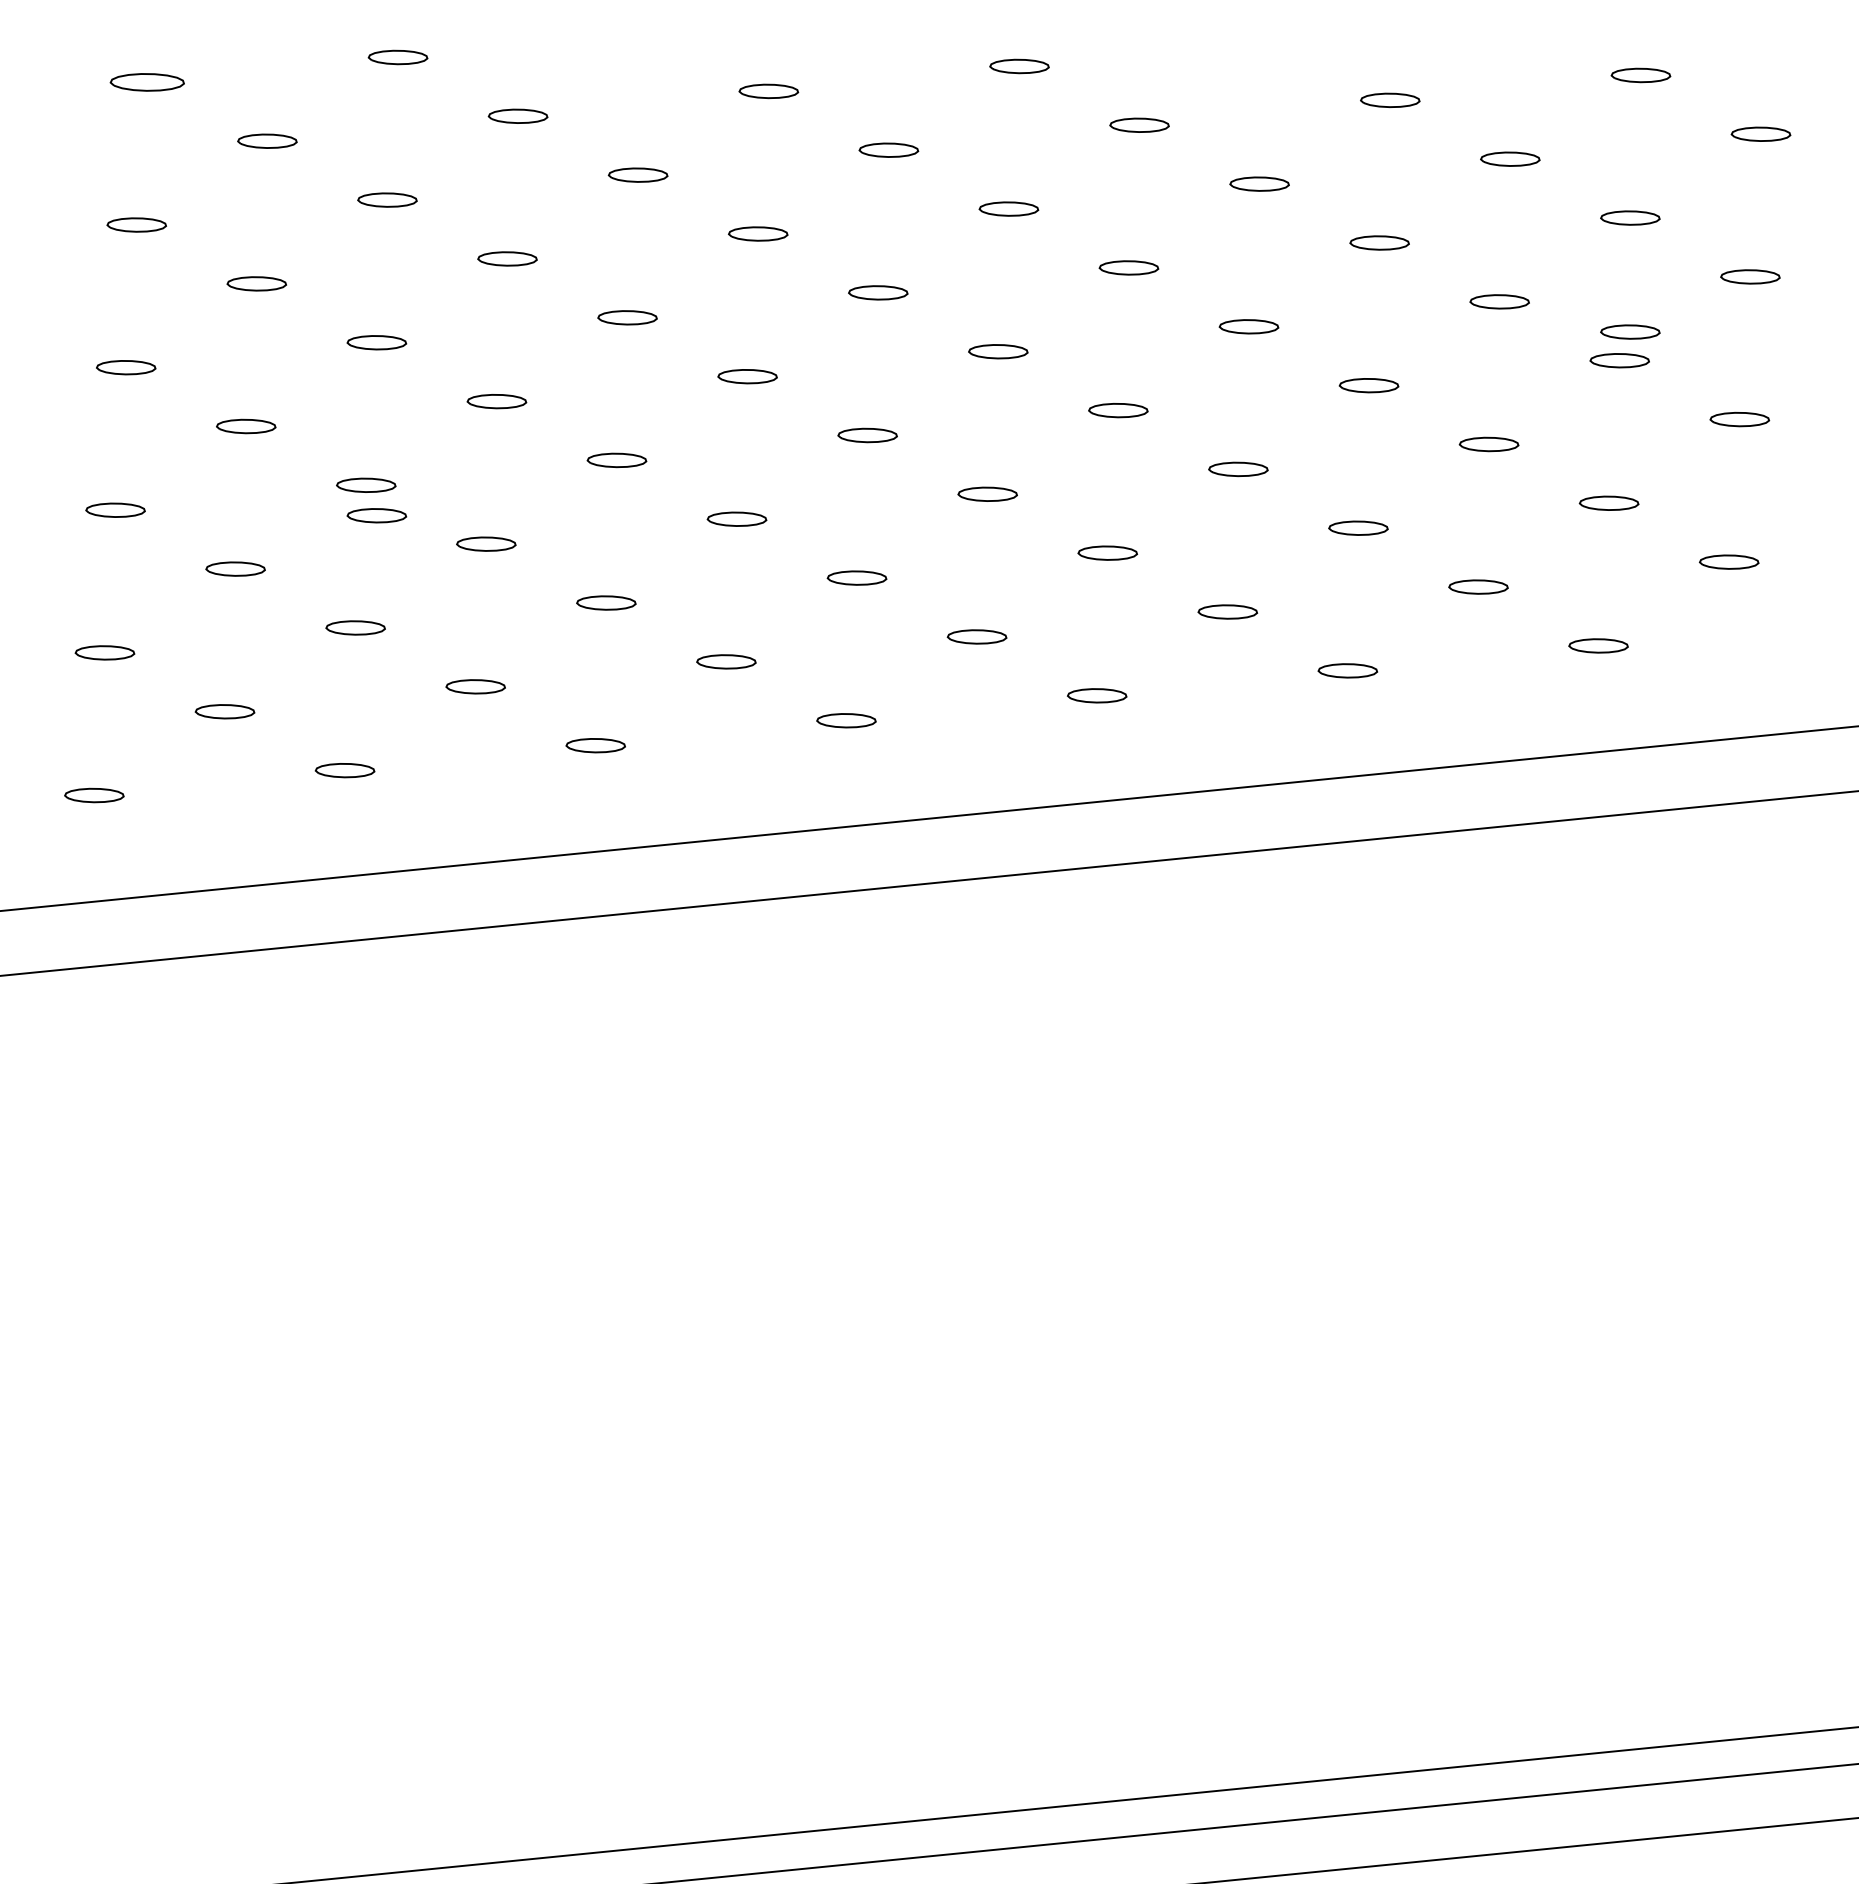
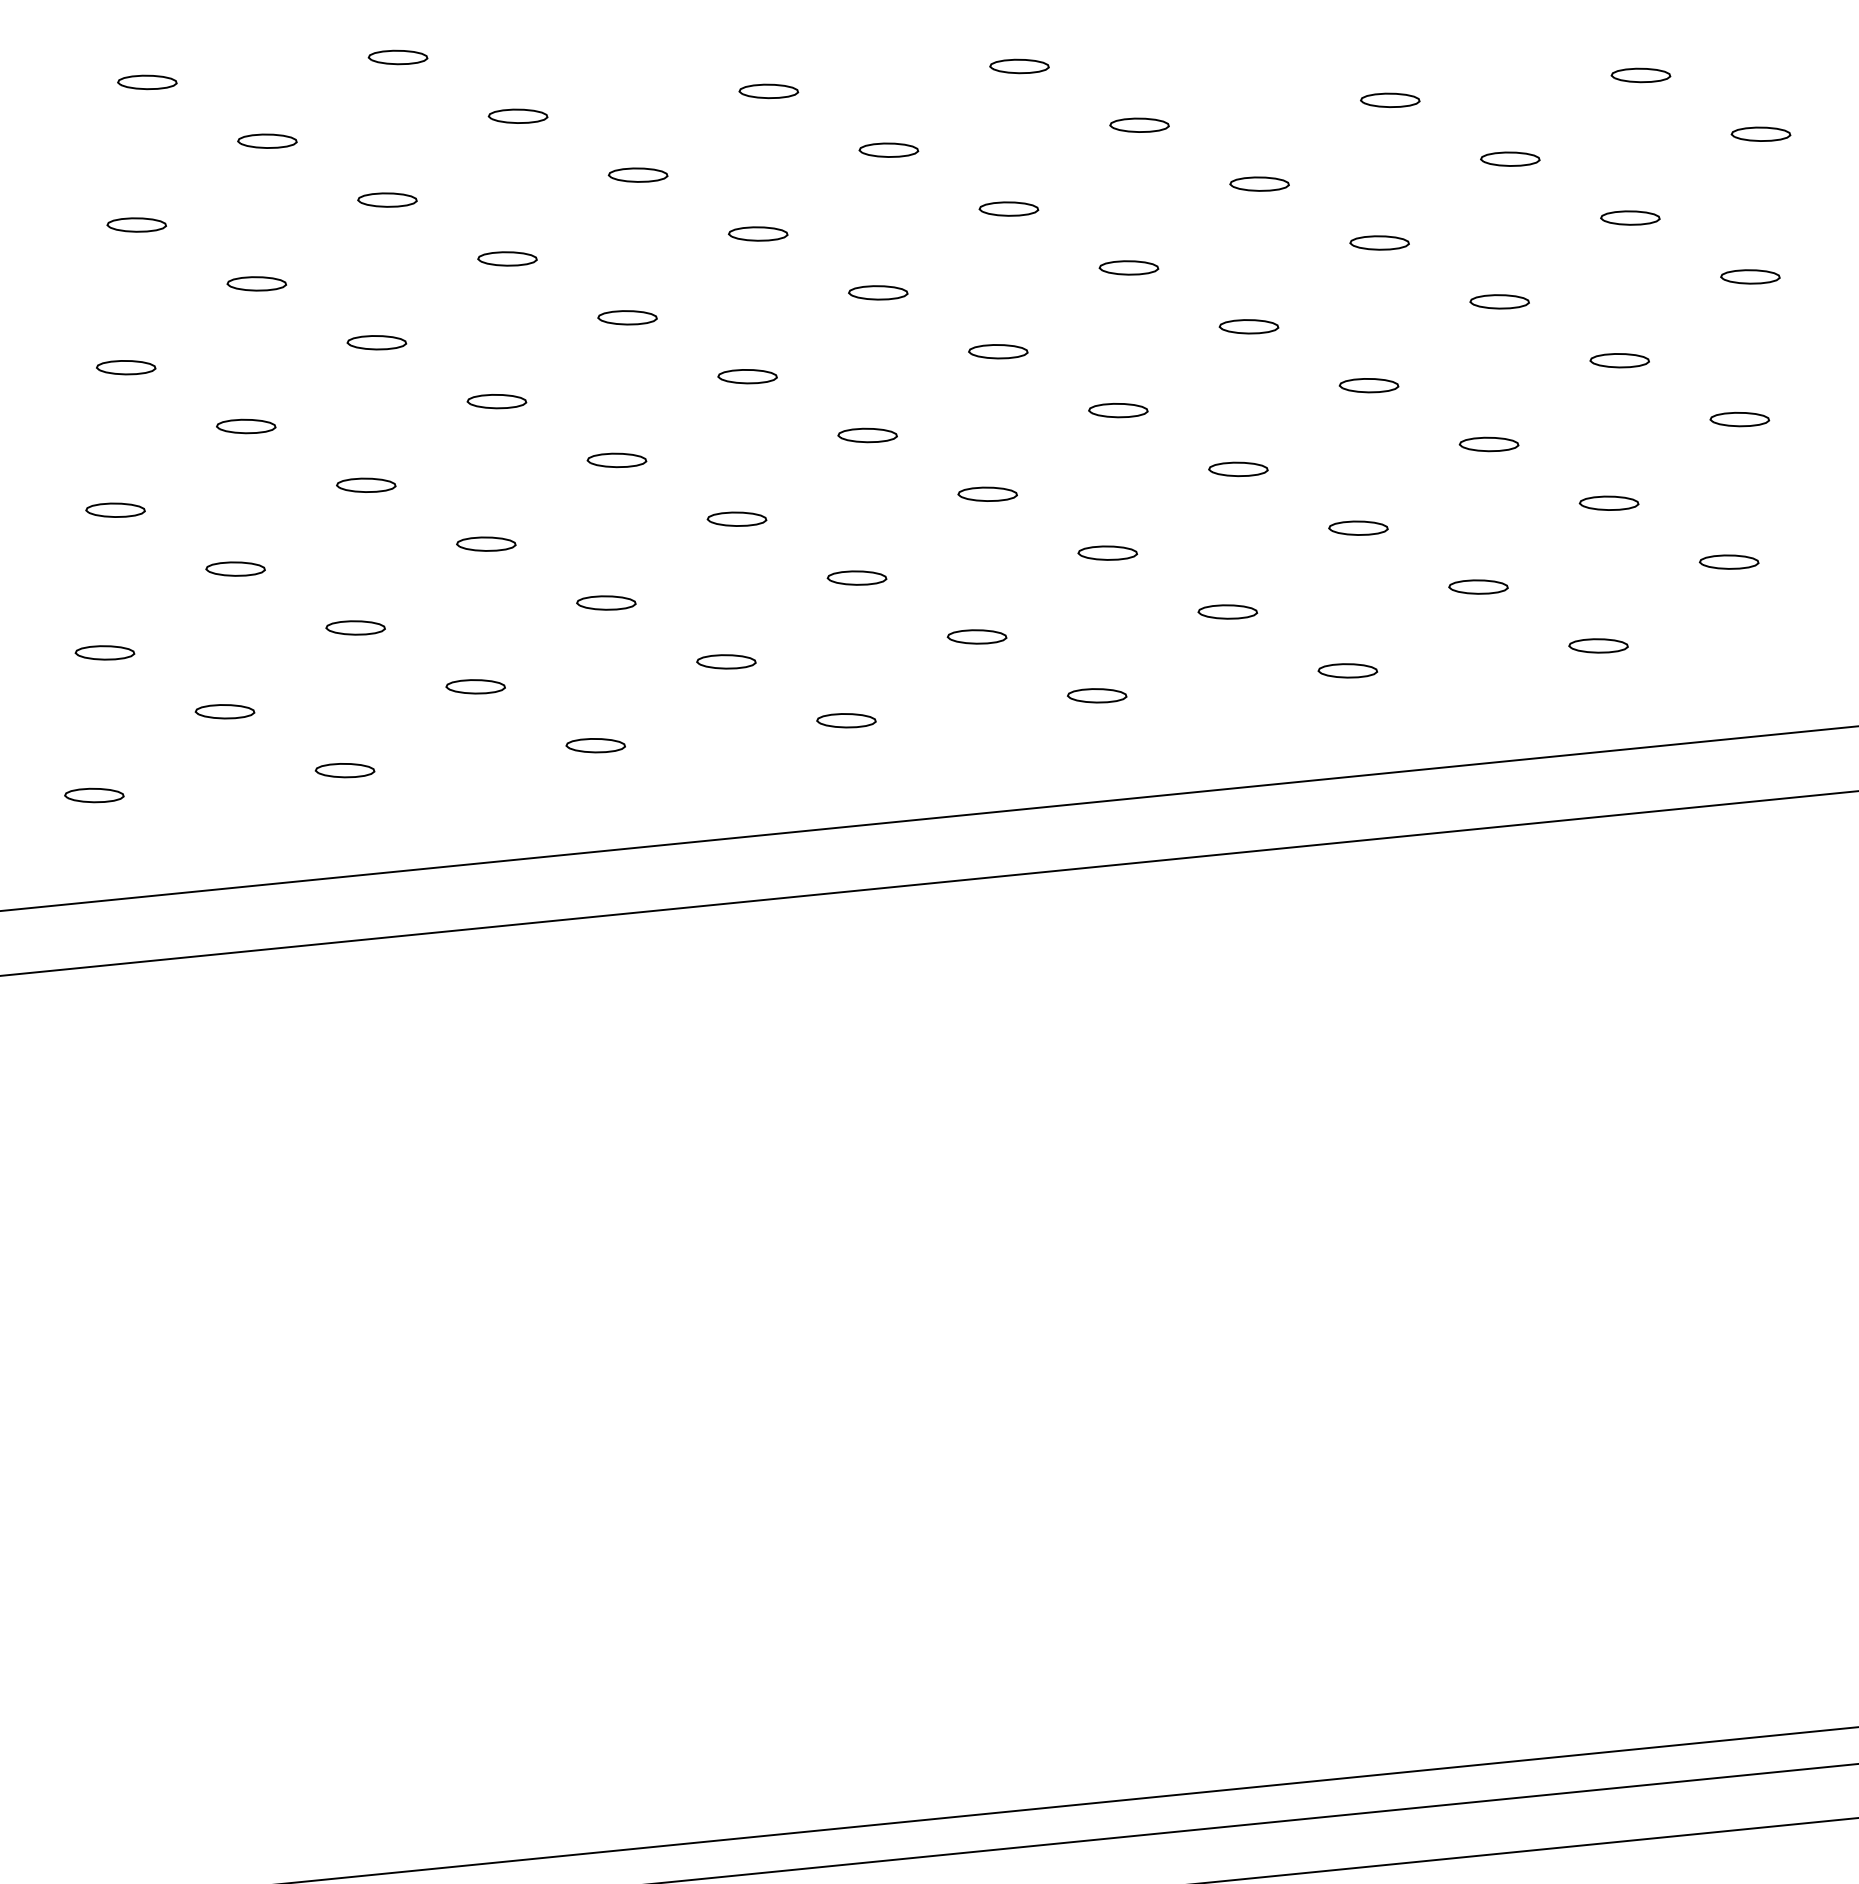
part at (146, 82) size: 76x19 px -> 61x17 px
part at (1630, 331): present -> none
part at (376, 515): present -> none
